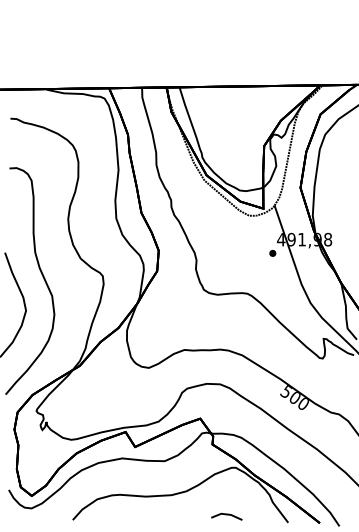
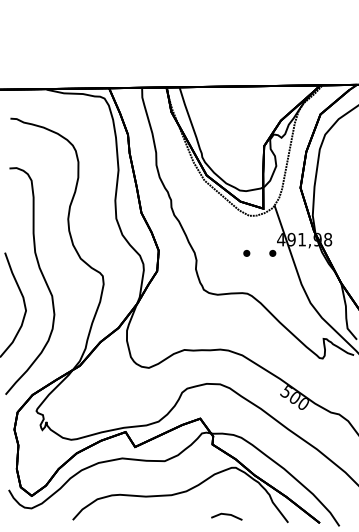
part at (246, 253): none -> present
